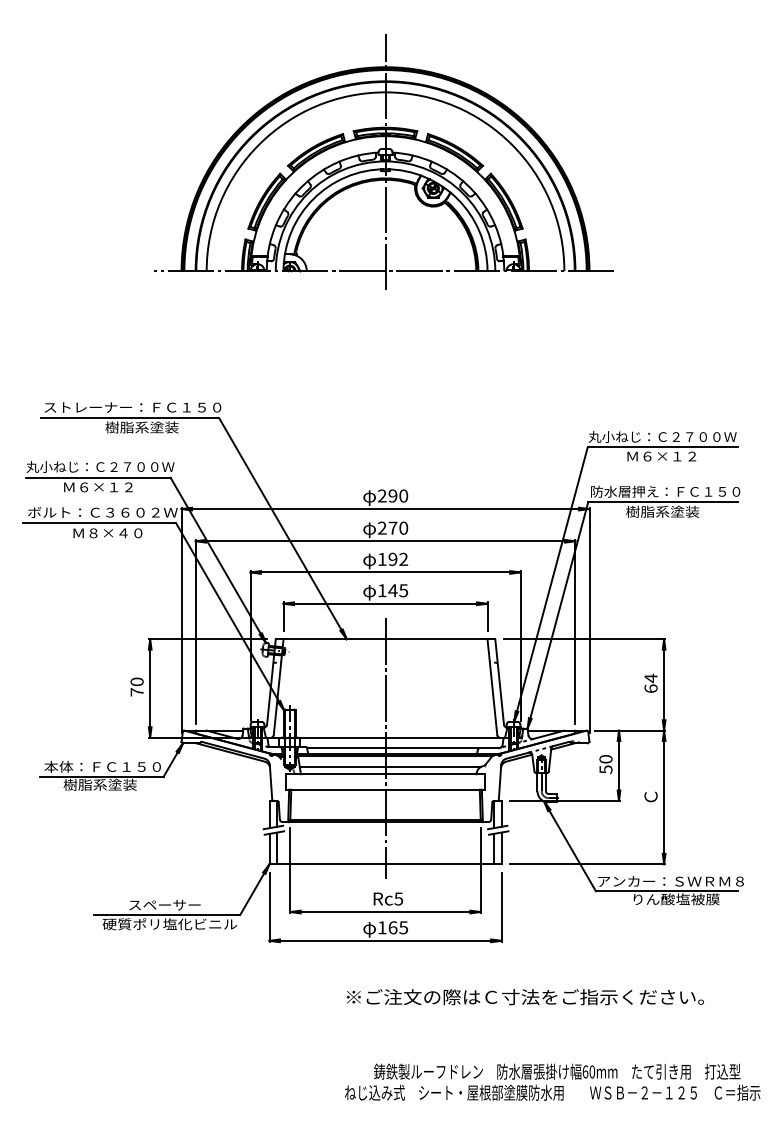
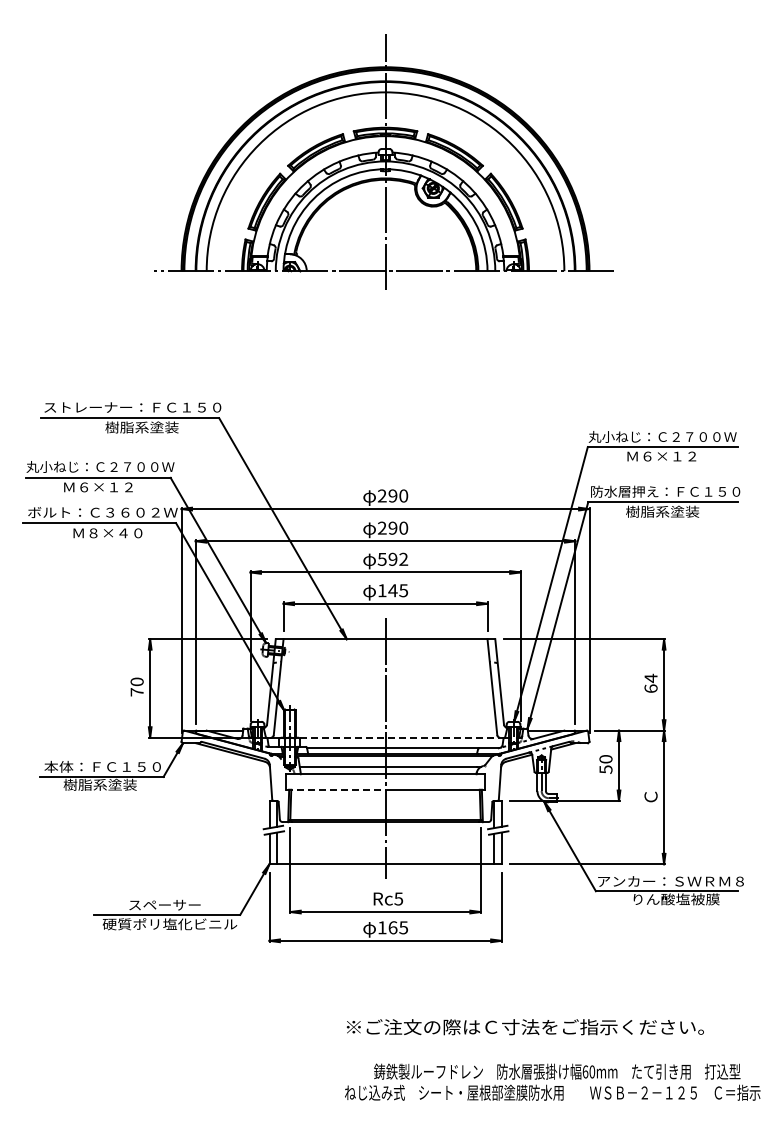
text at (392, 527): 270 -> 290
text at (381, 559): 192 -> 592
line at (401, 737): solid -> dashed
line at (335, 789): solid -> dashed
text at (524, 997) position: (524, 997) -> (524, 1027)
